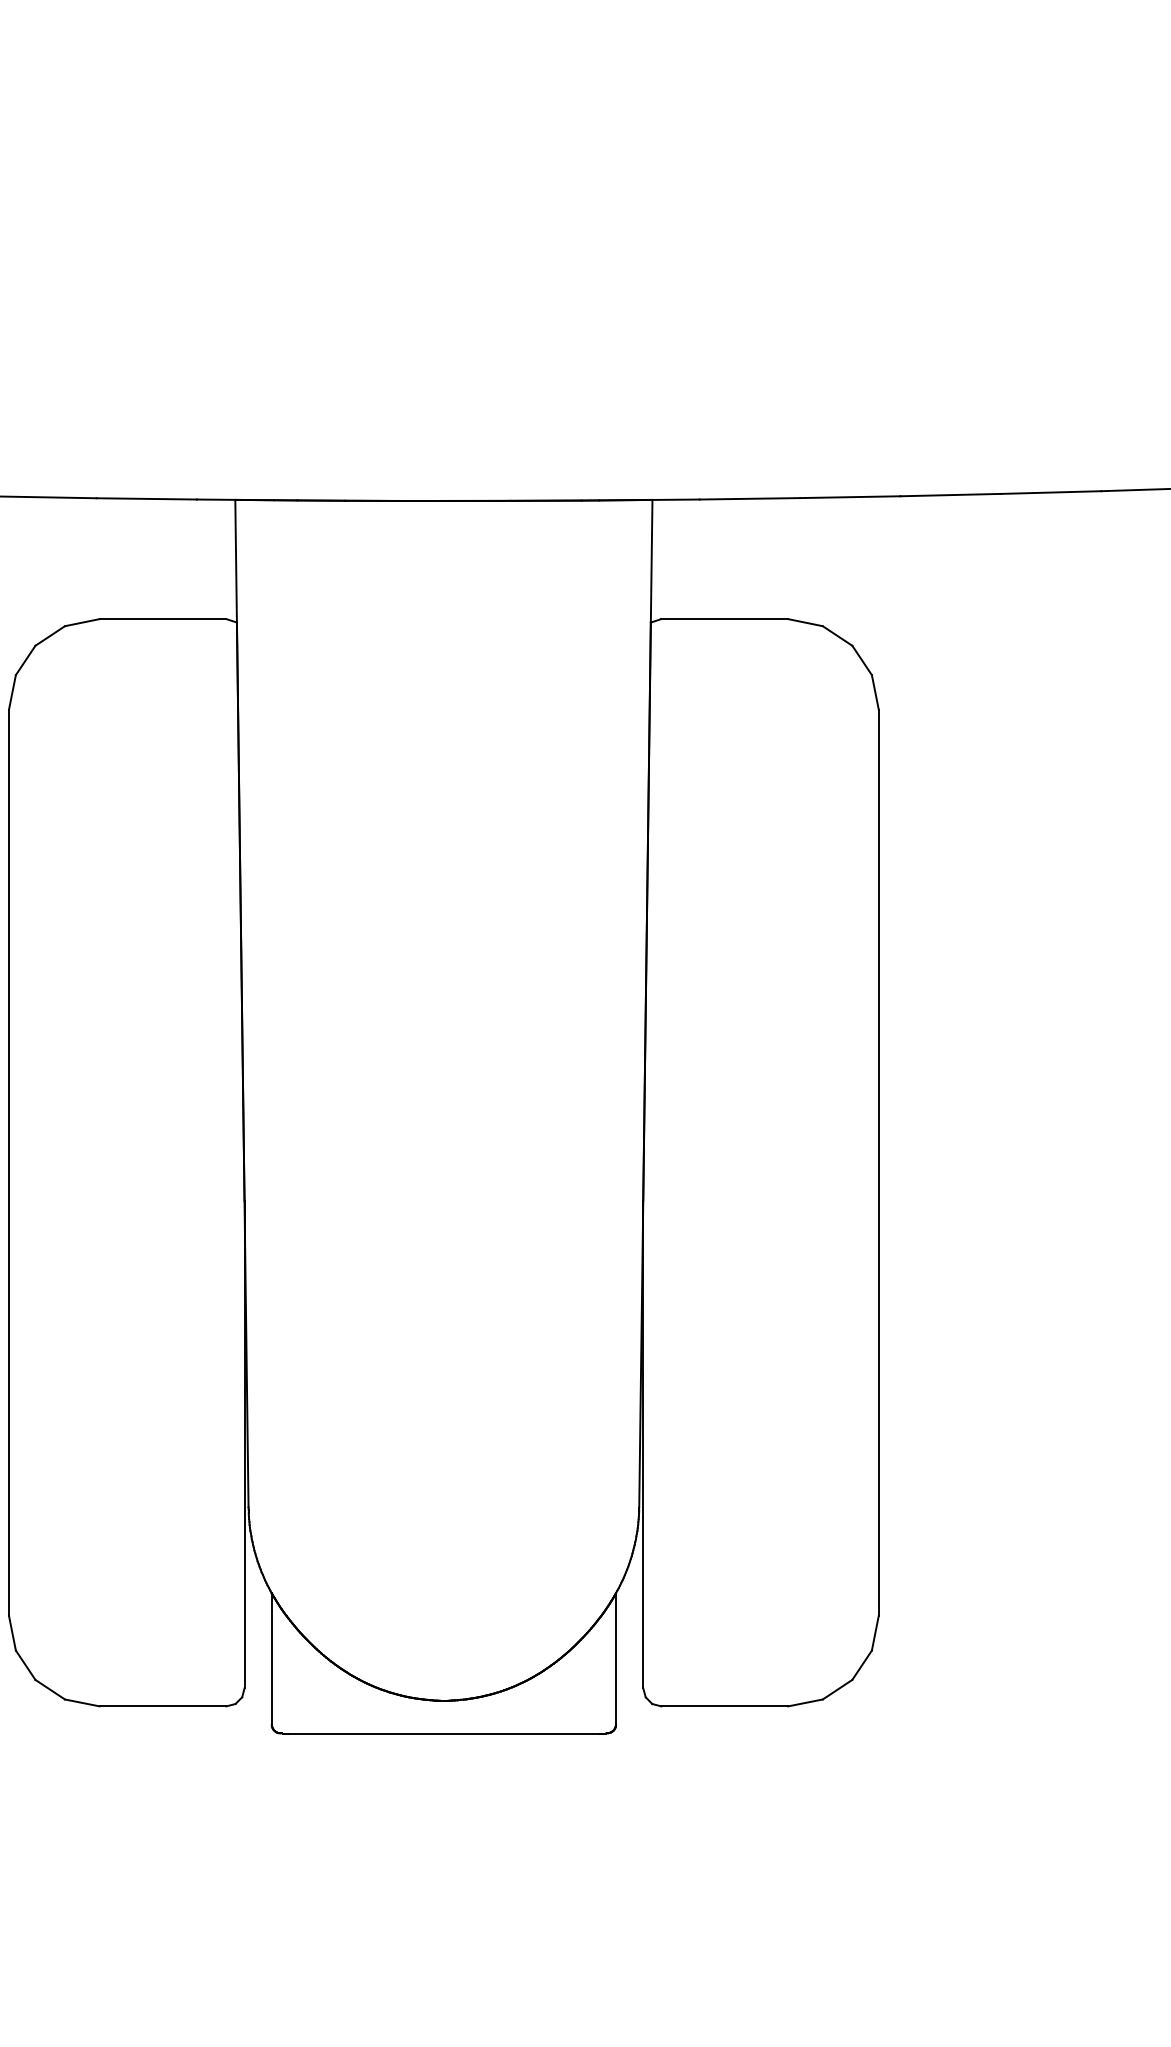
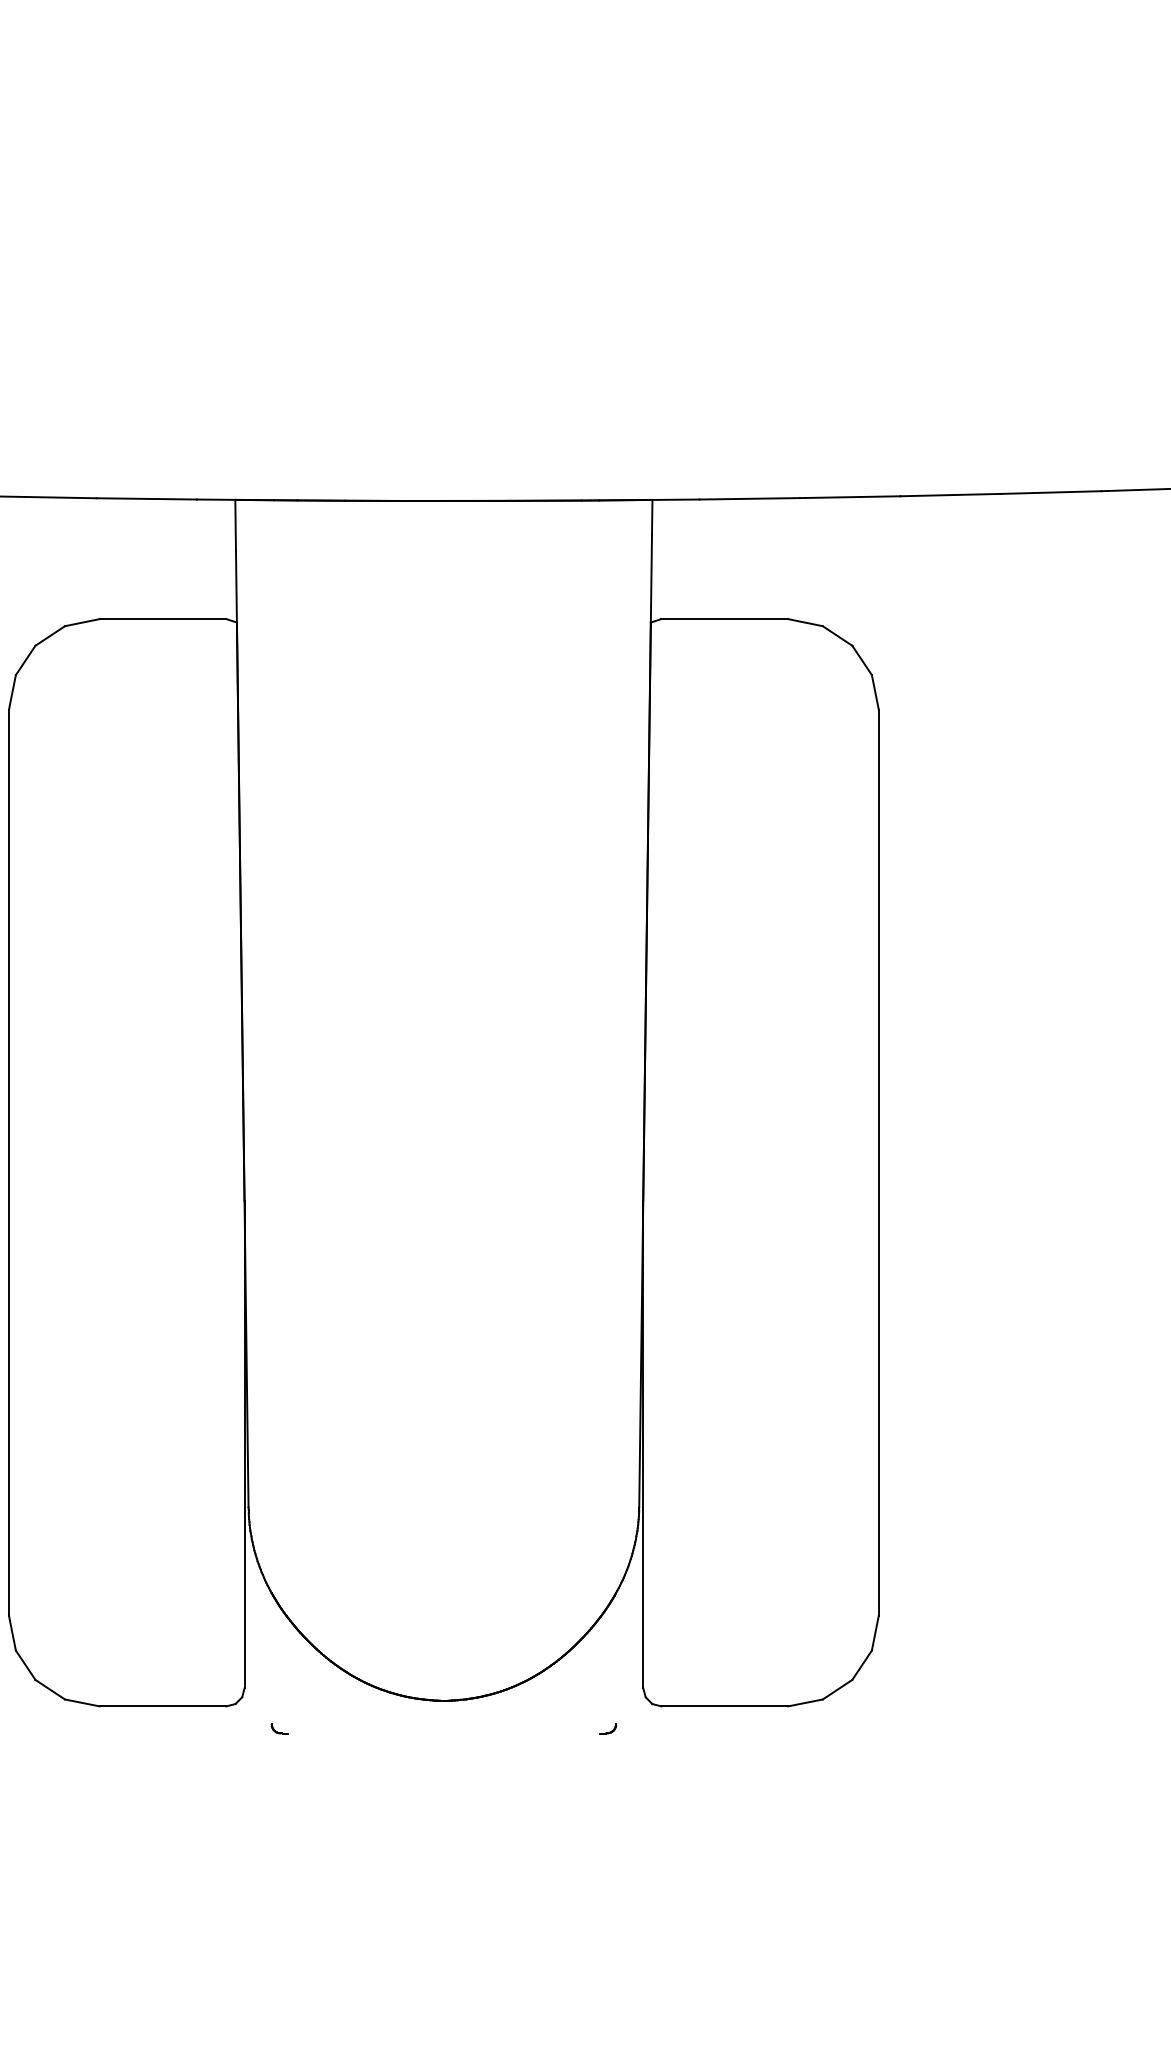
line at (616, 1658): present -> none
line at (271, 1659): present -> none
line at (443, 1733): present -> none
